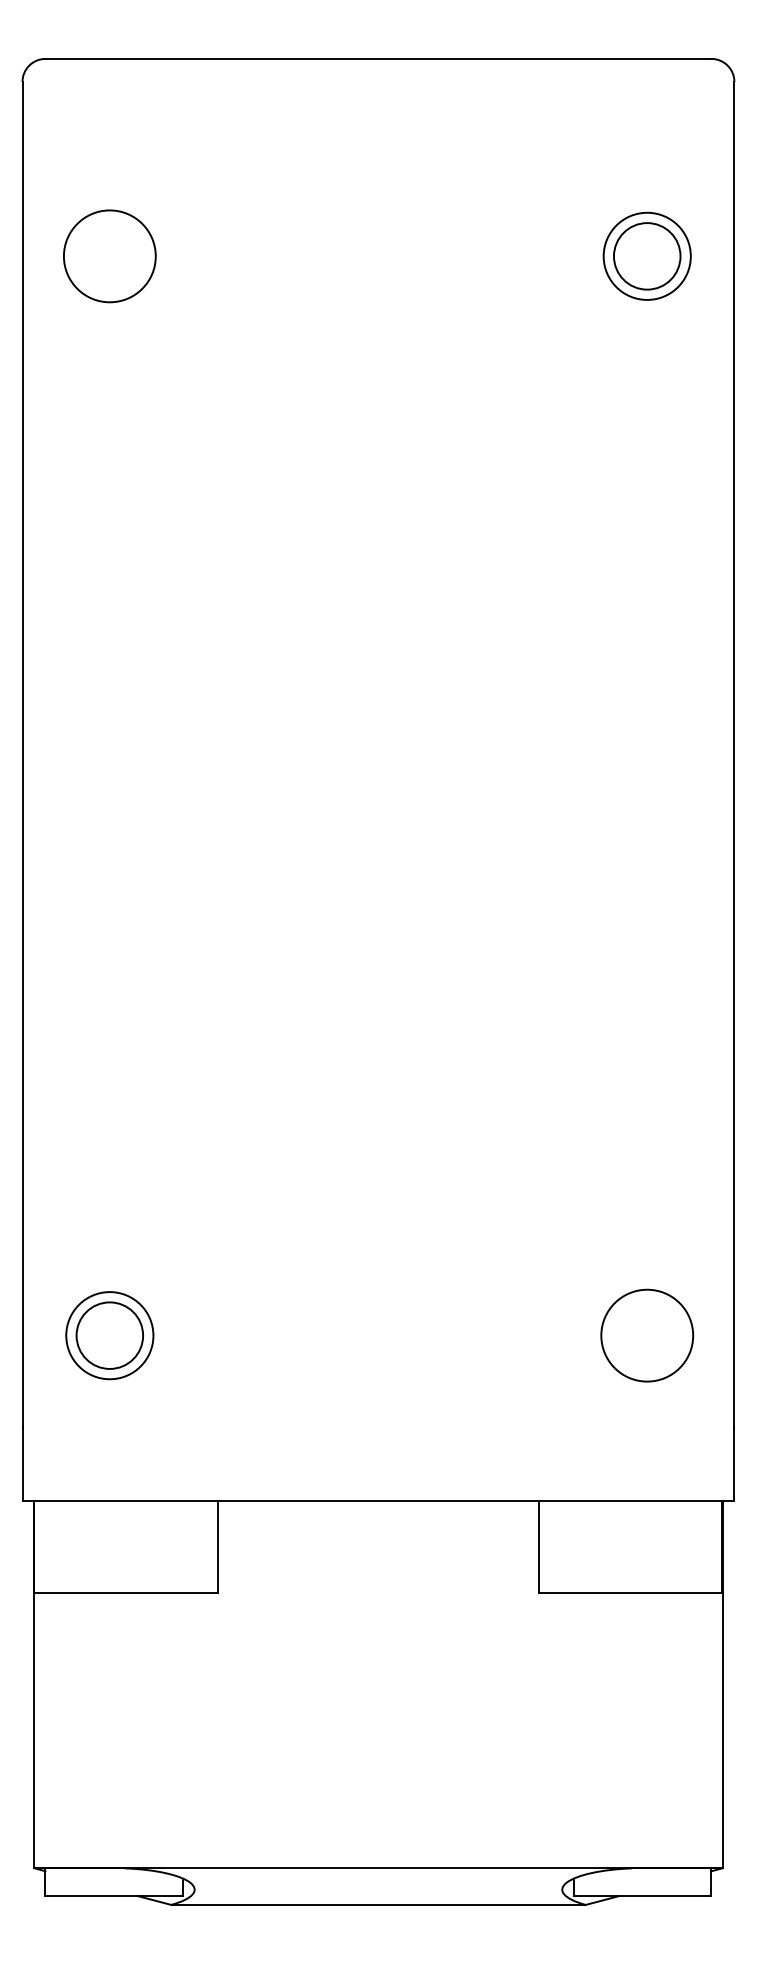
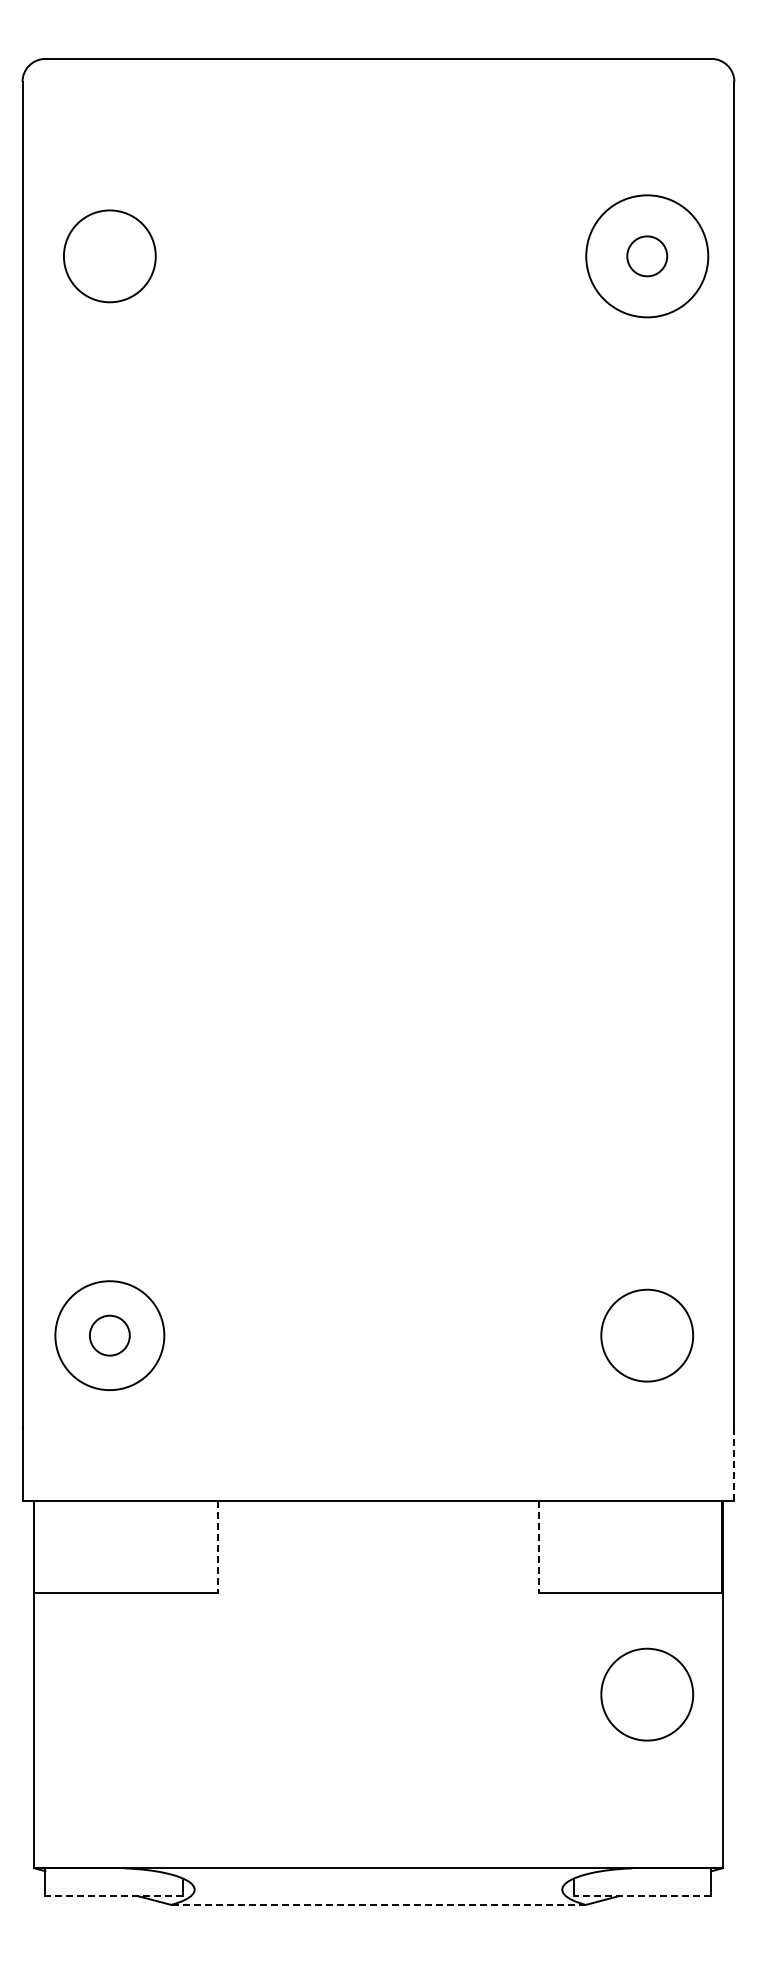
circle at (646, 255) diameter: 87 px -> 122 px
circle at (646, 256) diameter: 67 px -> 40 px
circle at (109, 1335) diameter: 67 px -> 40 px
circle at (109, 1335) diameter: 87 px -> 109 px
line at (734, 1464): solid -> dashed
line at (217, 1546): solid -> dashed
line at (539, 1546): solid -> dashed
circle at (647, 1694): none -> present
line at (114, 1896): solid -> dashed
line at (642, 1896): solid -> dashed
line at (378, 1905): solid -> dashed
